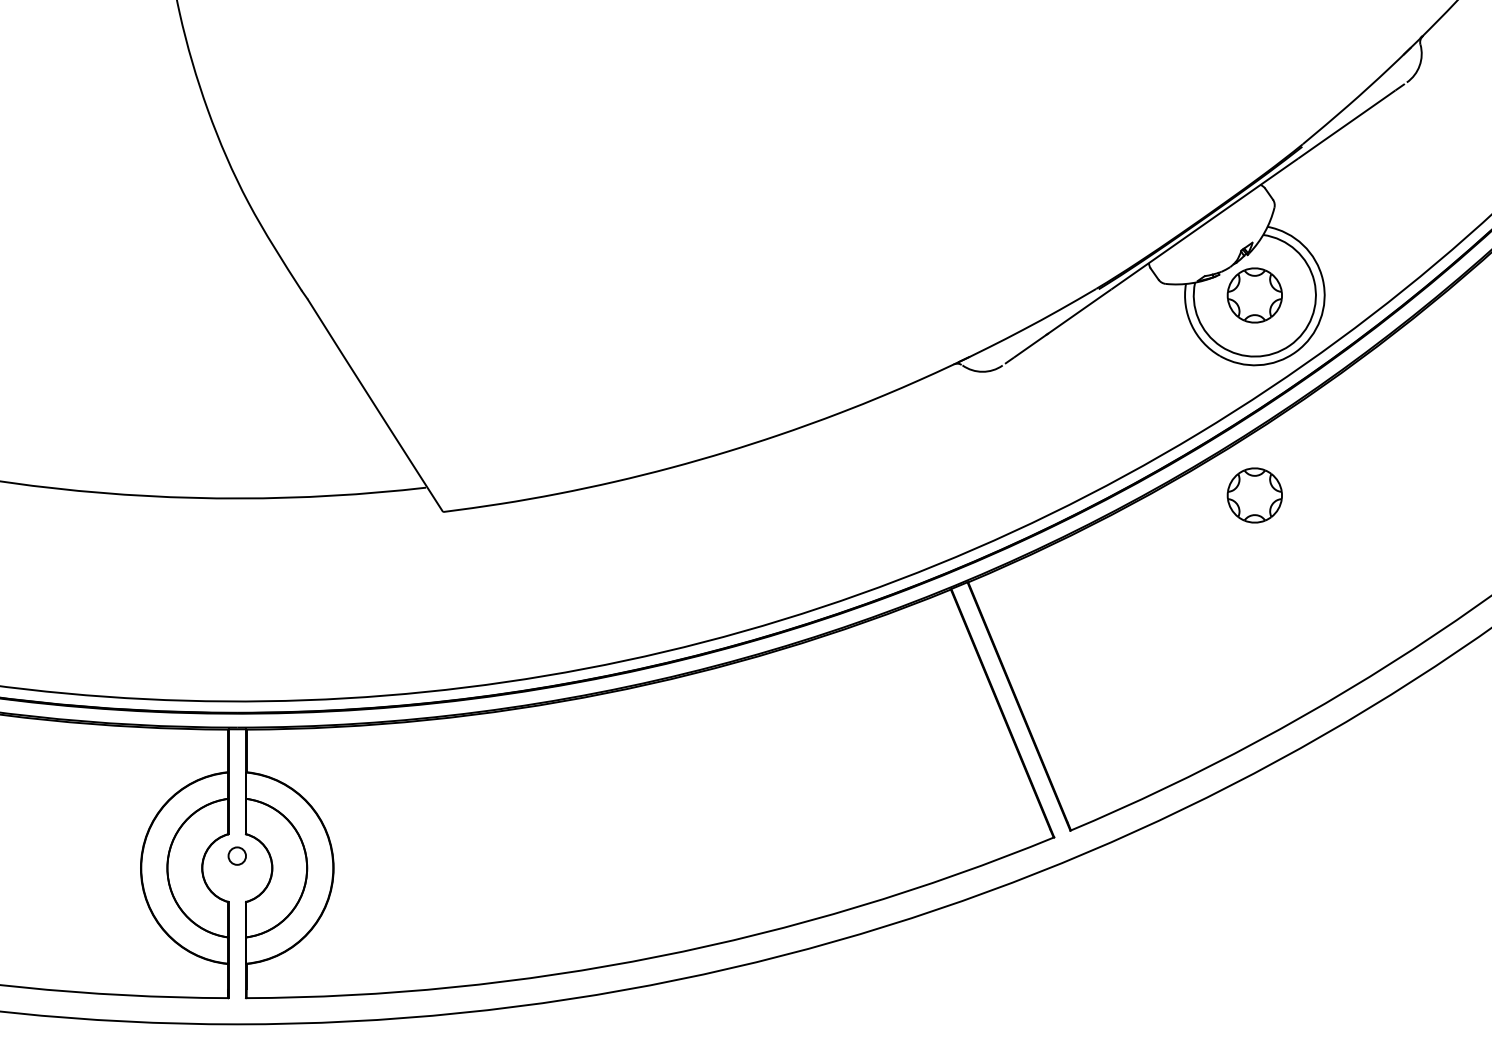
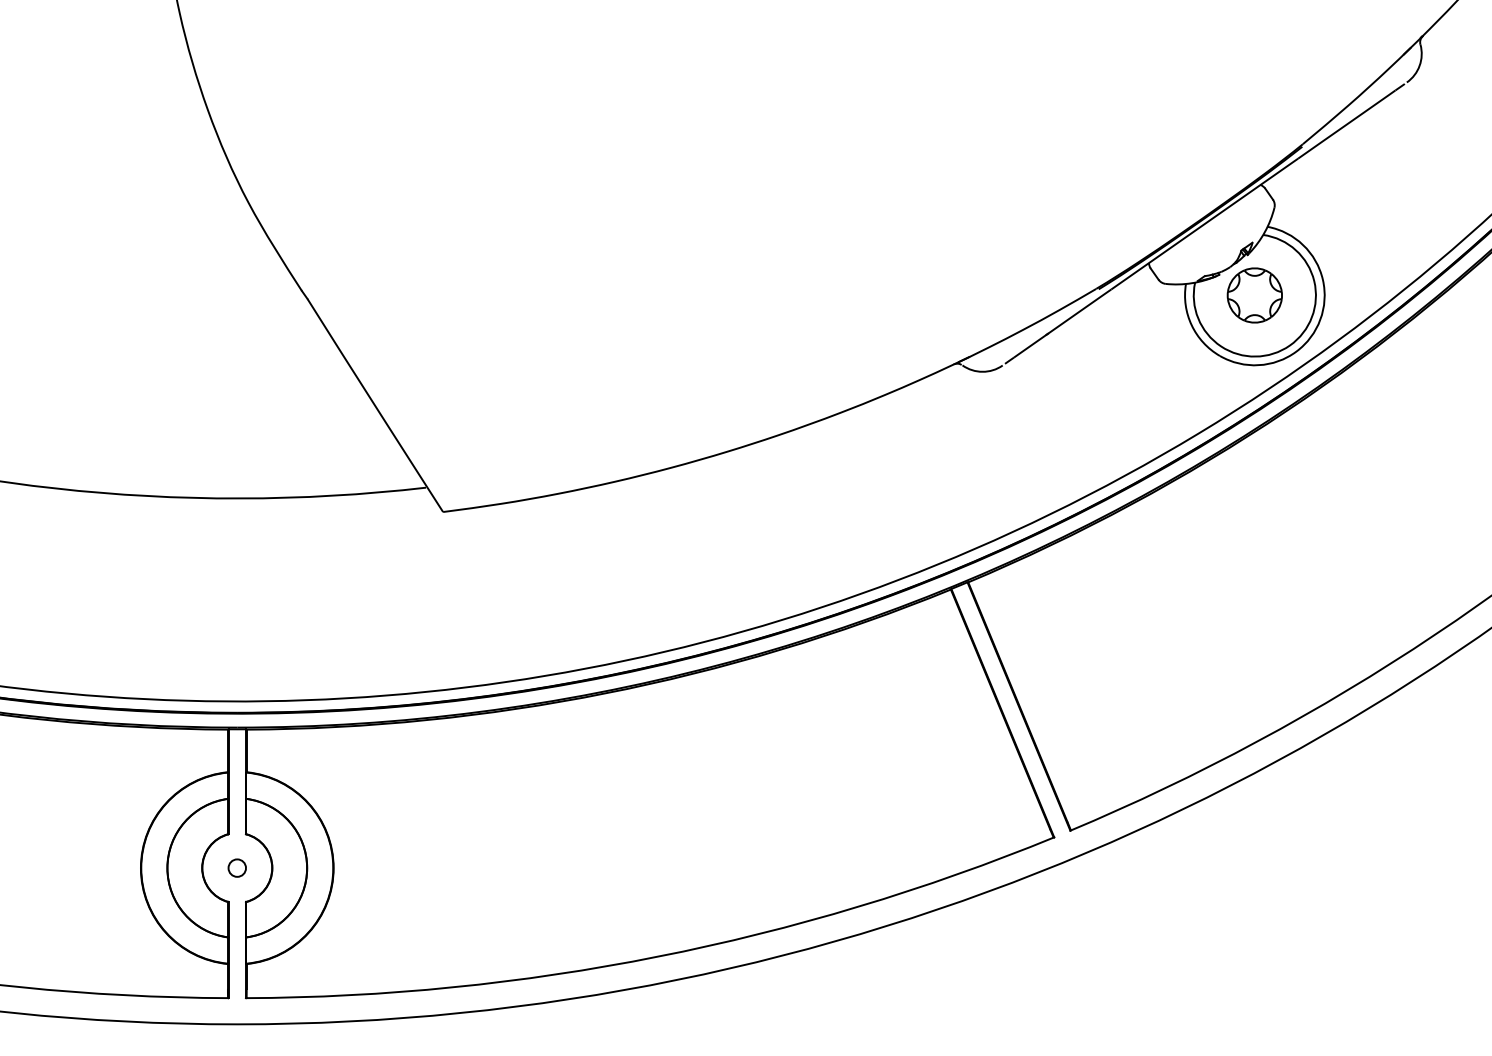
part at (1254, 495): present -> none
circle at (236, 855) position: (236, 855) -> (236, 867)
